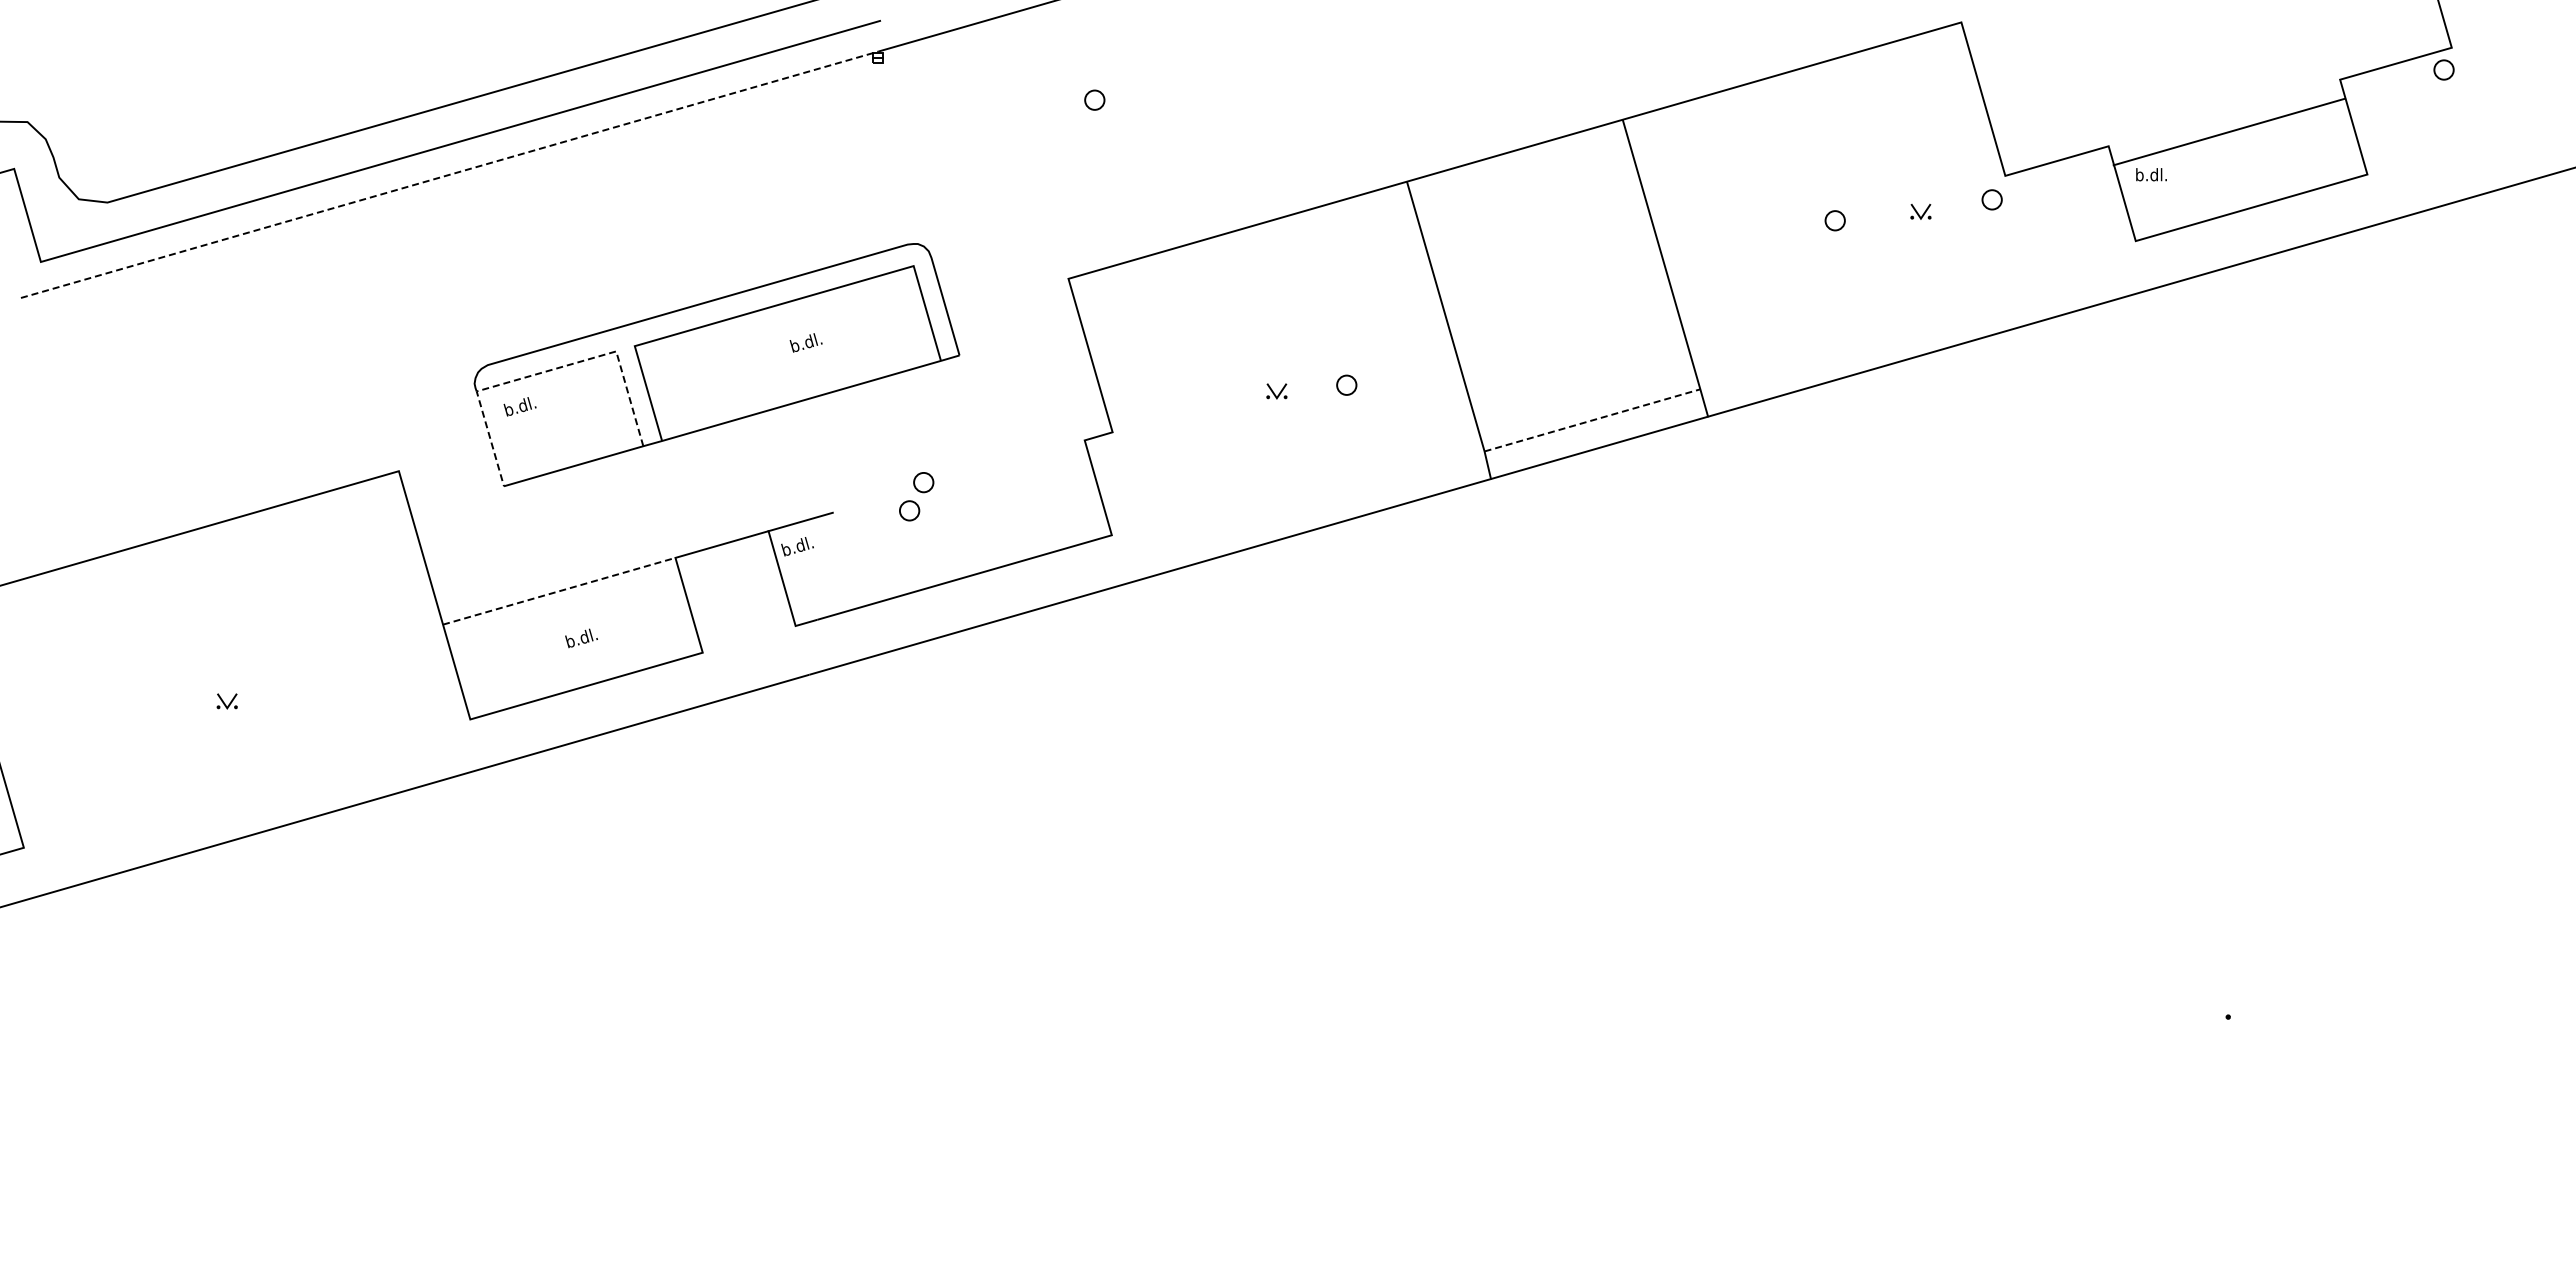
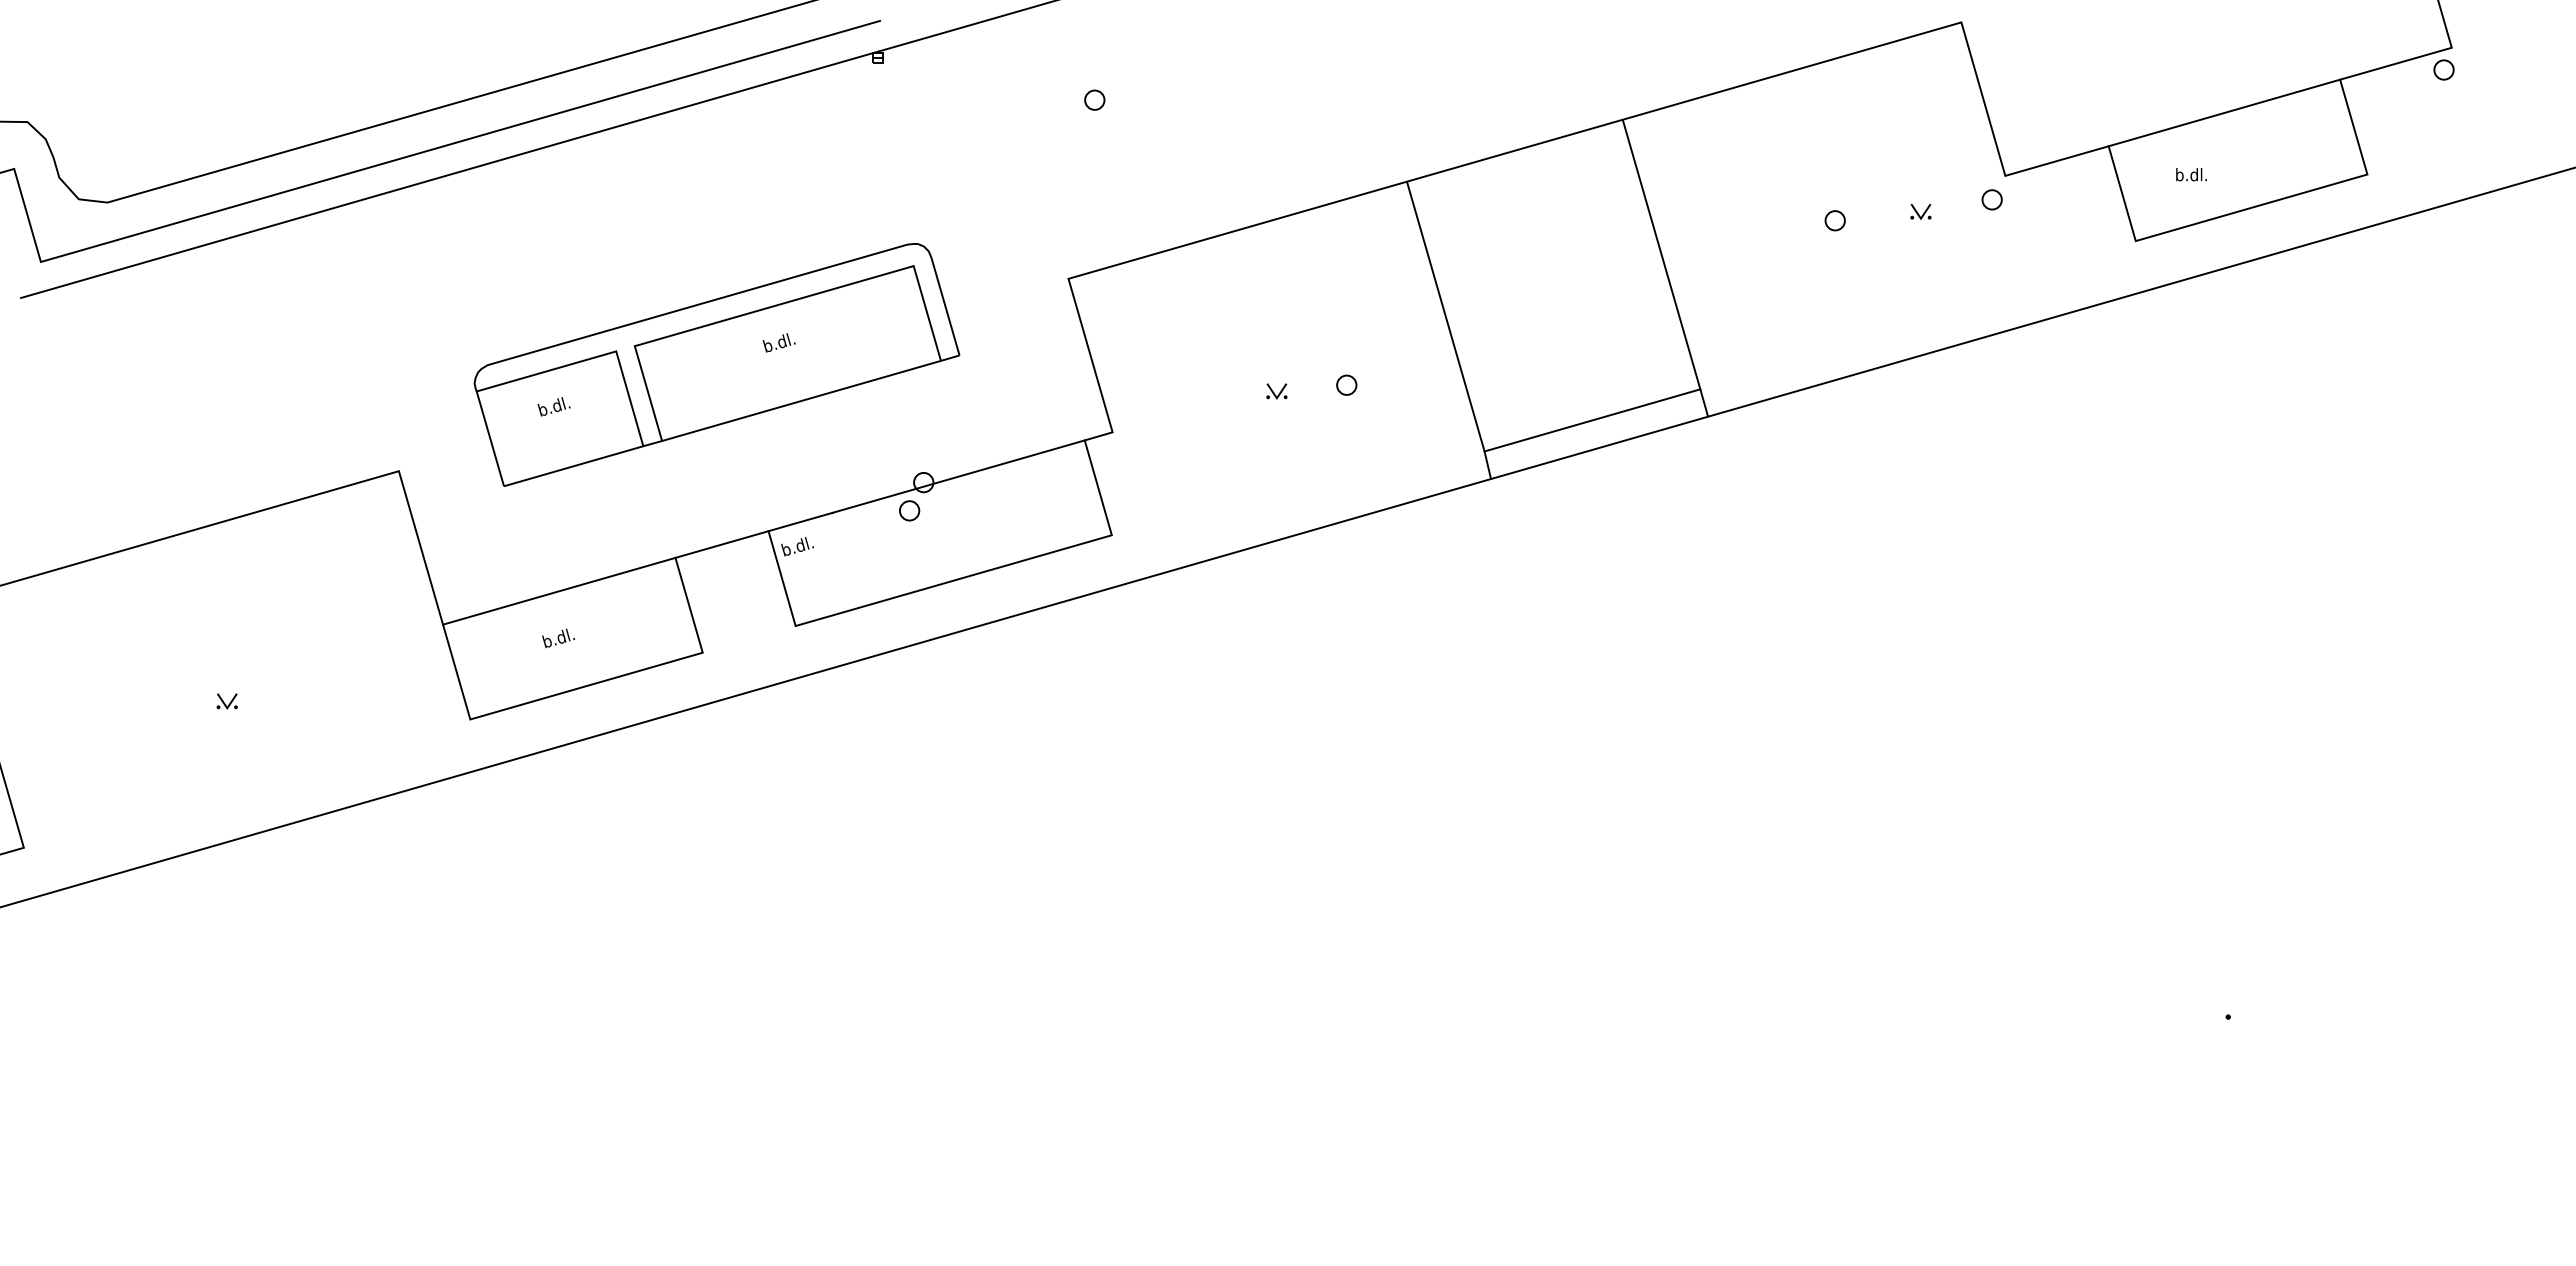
line at (2229, 131) position: (2229, 131) -> (2224, 112)
line at (450, 174): dashed -> solid
text at (2151, 174) position: (2151, 174) -> (2191, 174)
text at (805, 342) position: (805, 342) -> (778, 342)
line at (546, 371): dashed -> solid
text at (519, 406) position: (519, 406) -> (553, 406)
line at (1592, 420): dashed -> solid
line at (958, 476): none -> present
line at (559, 591): dashed -> solid
text at (581, 638) position: (581, 638) -> (558, 638)
